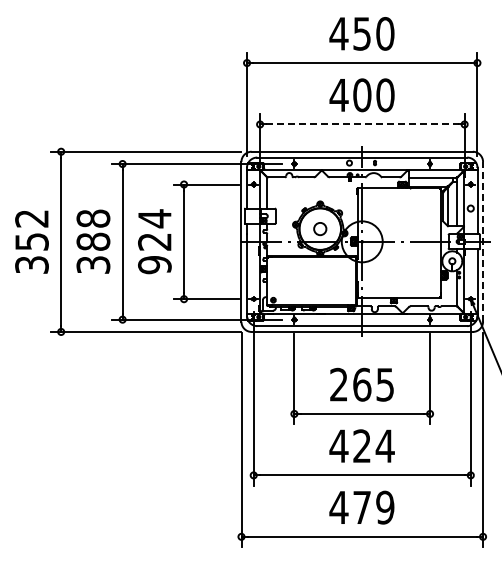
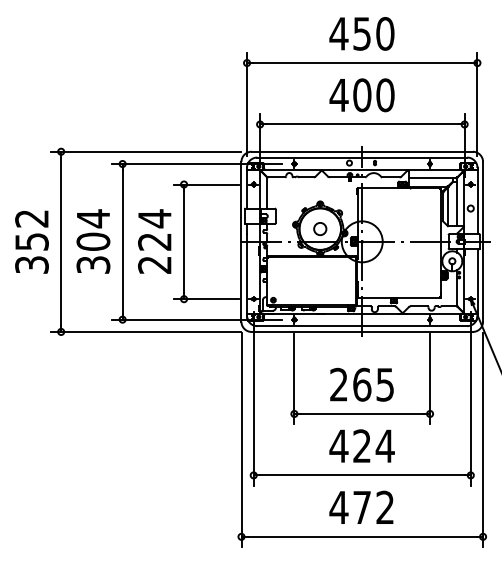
line at (362, 124): dashed -> solid
text at (93, 229): 388 -> 304
line at (483, 241): dashed -> solid
text at (154, 265): 924 -> 224
text at (385, 507): 479 -> 472
